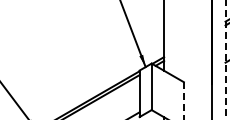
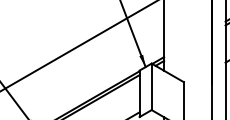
line at (78, 46): none -> present
line at (225, 60): dashed -> solid
line at (183, 100): dashed -> solid
